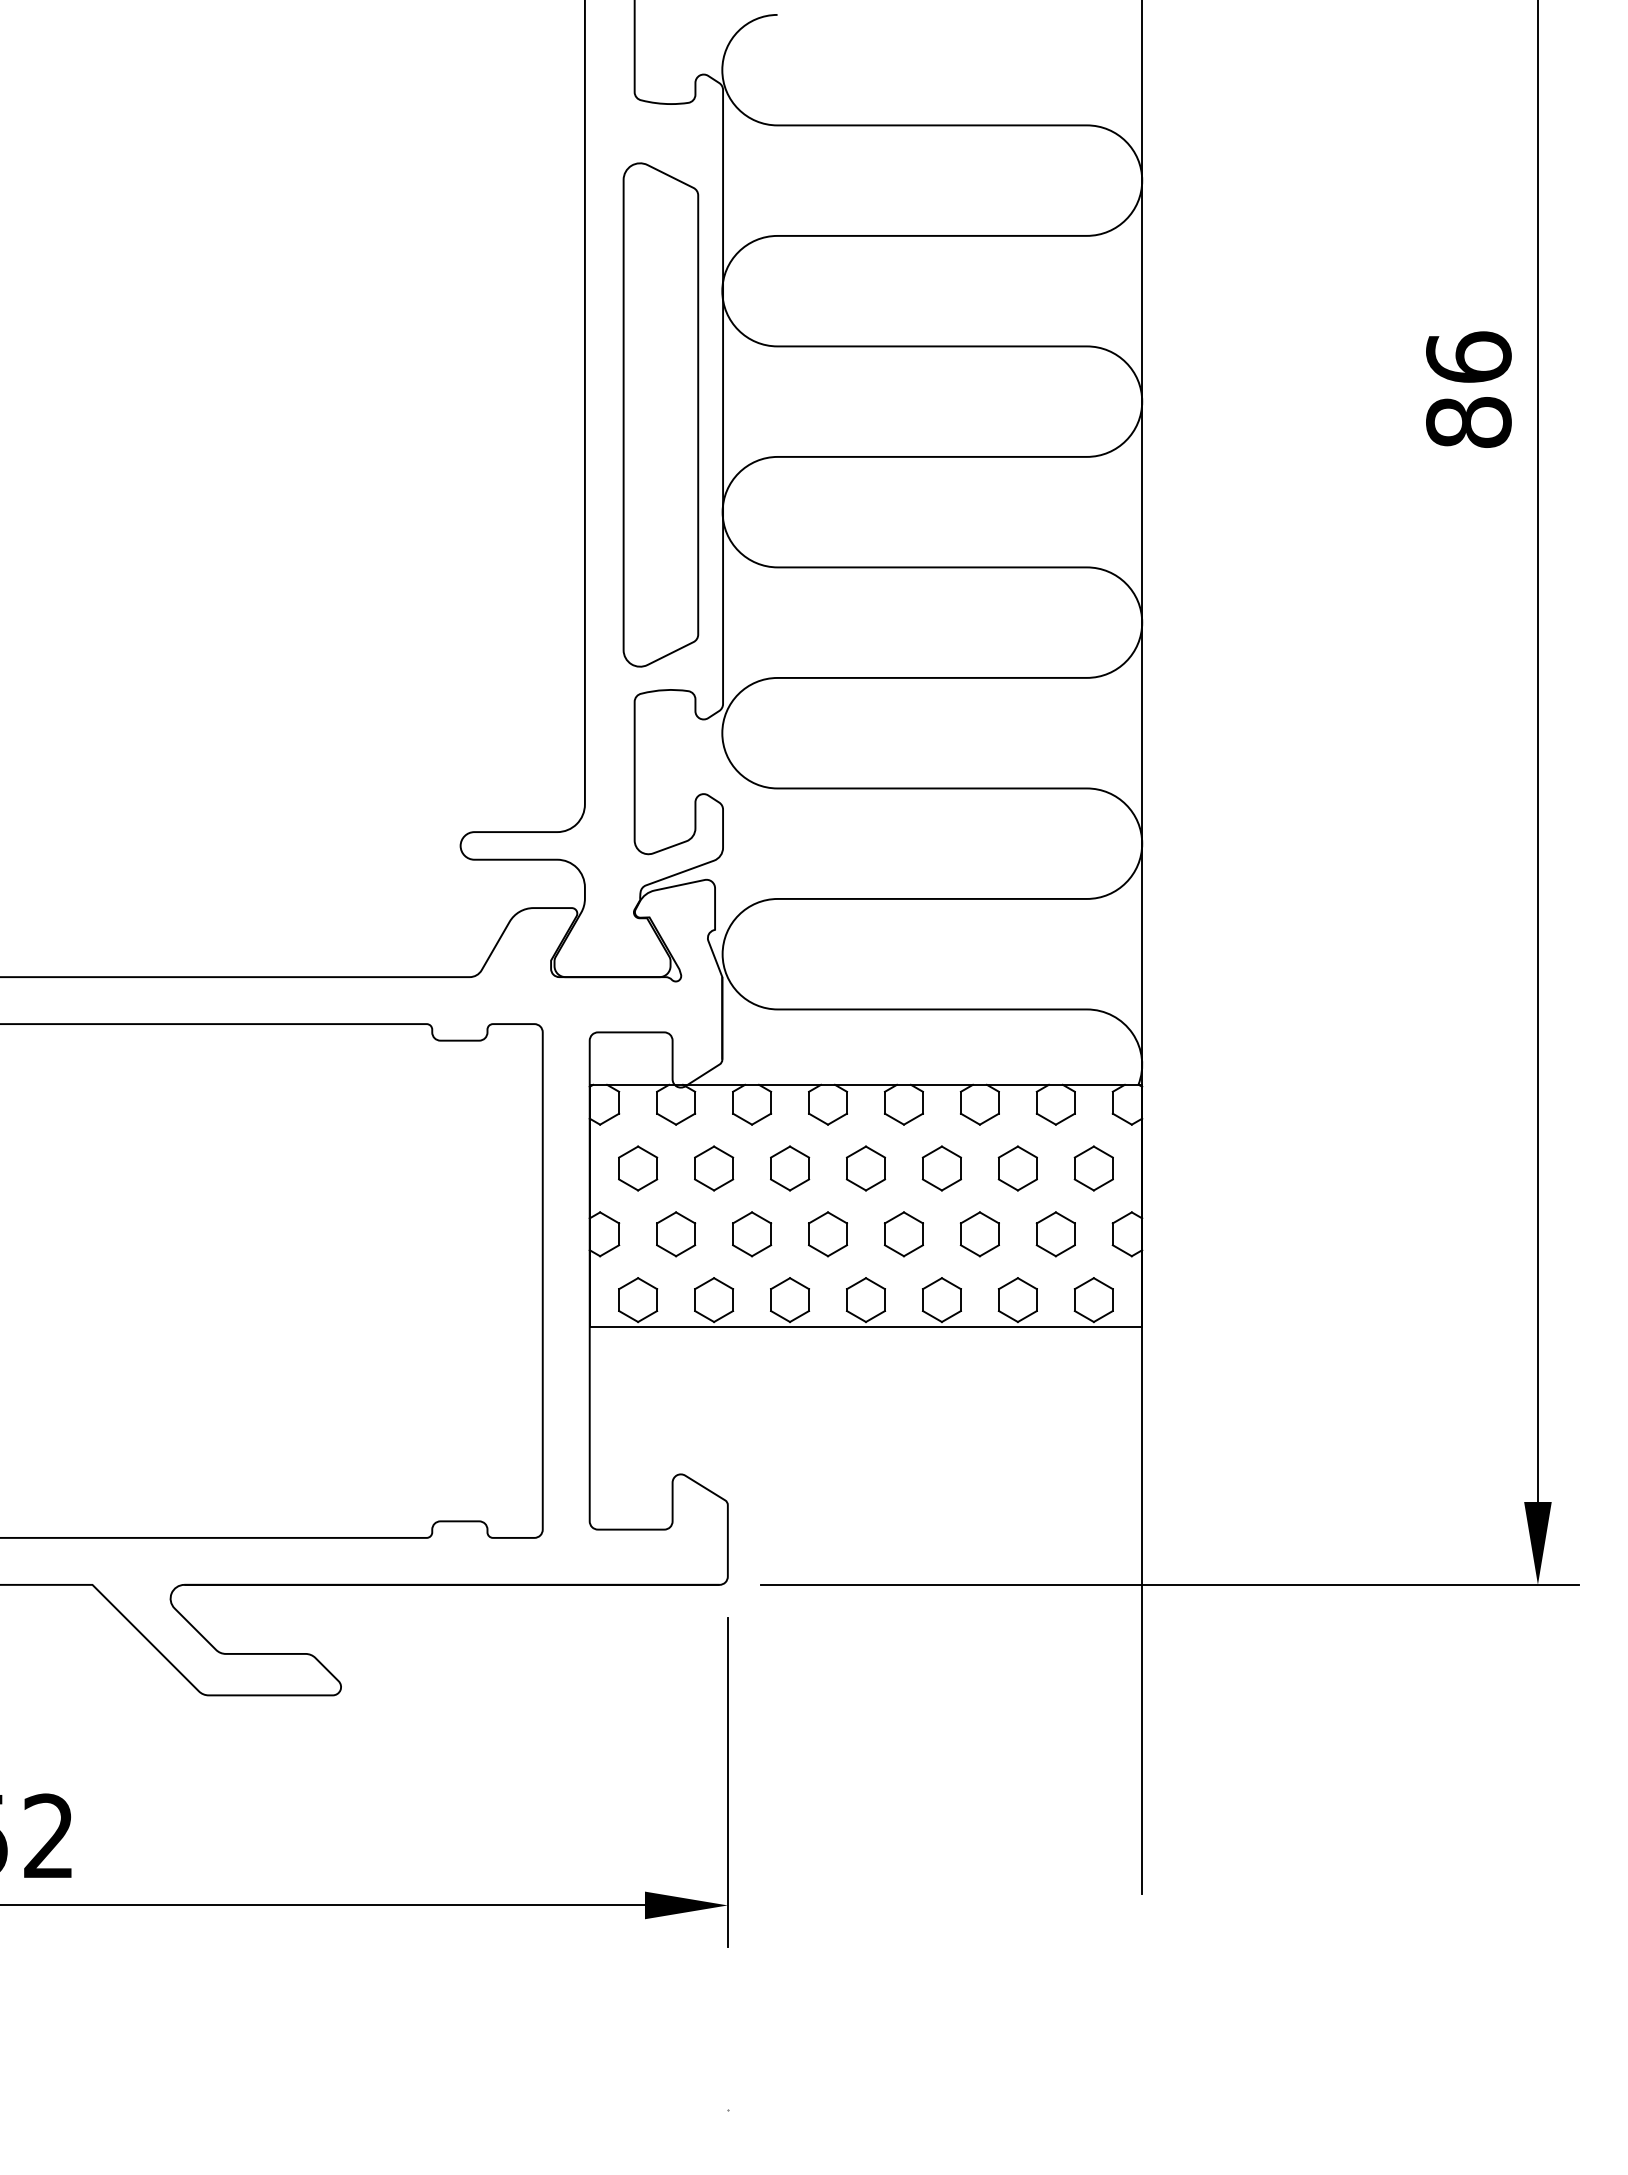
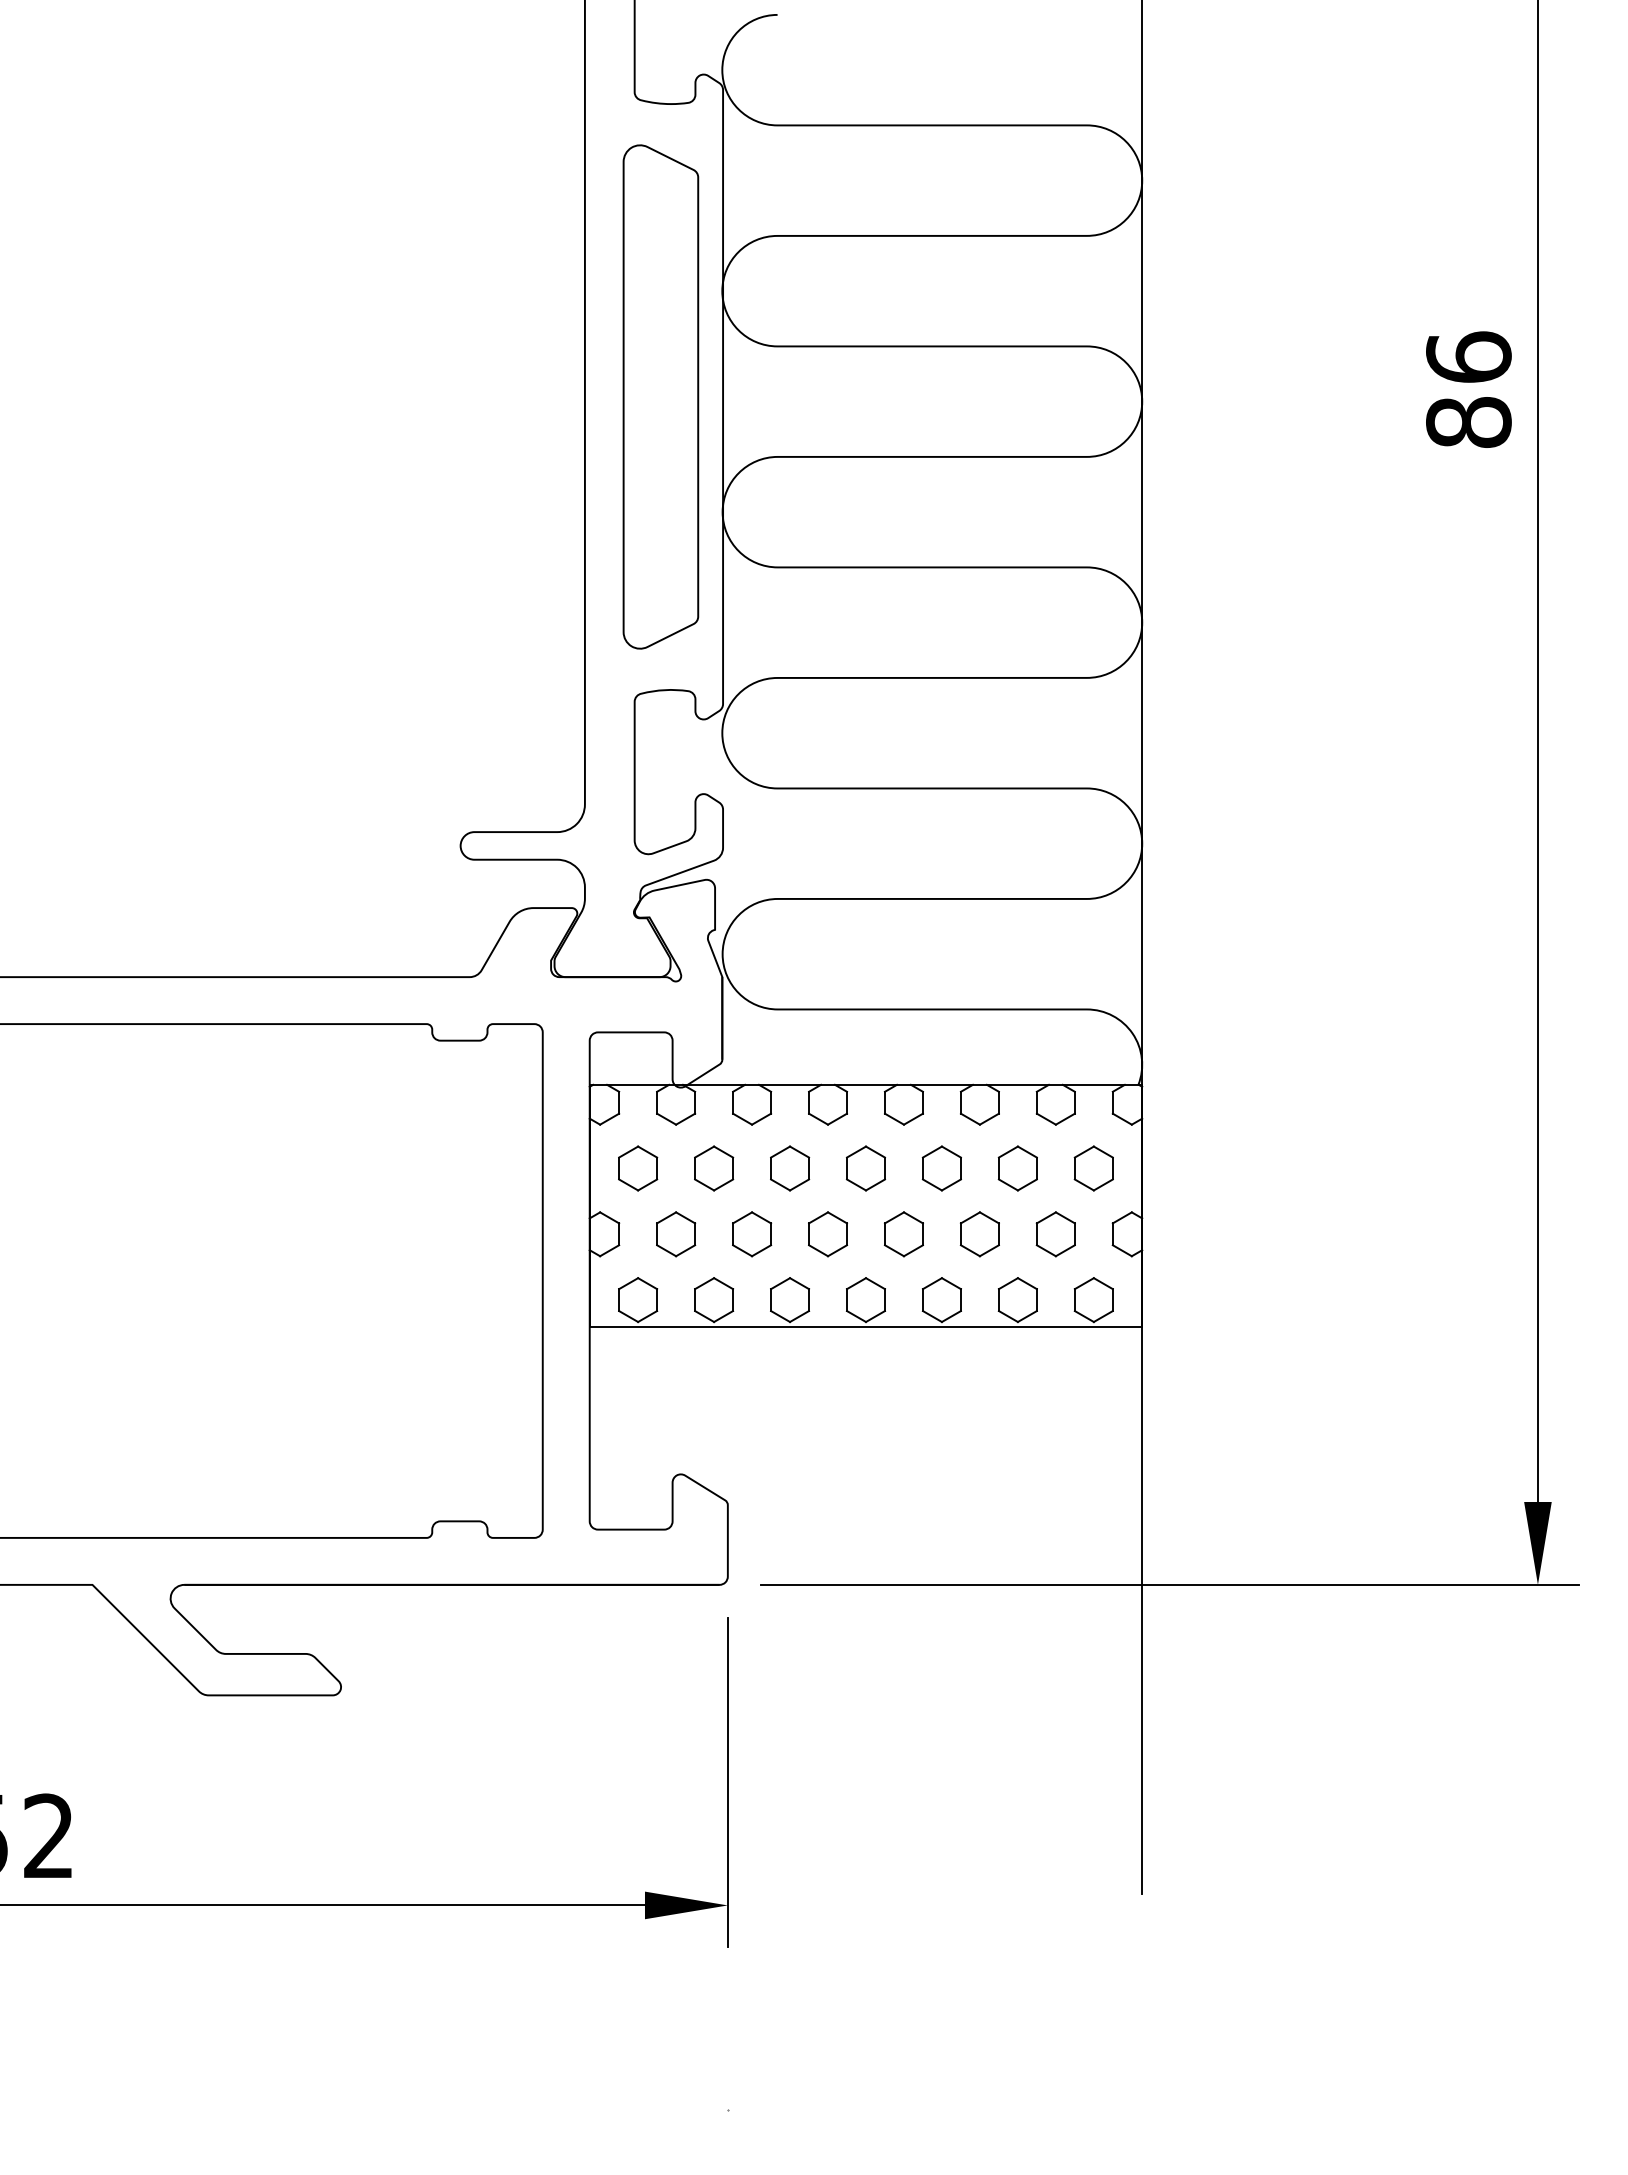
part at (660, 414) position: (660, 414) -> (660, 396)
